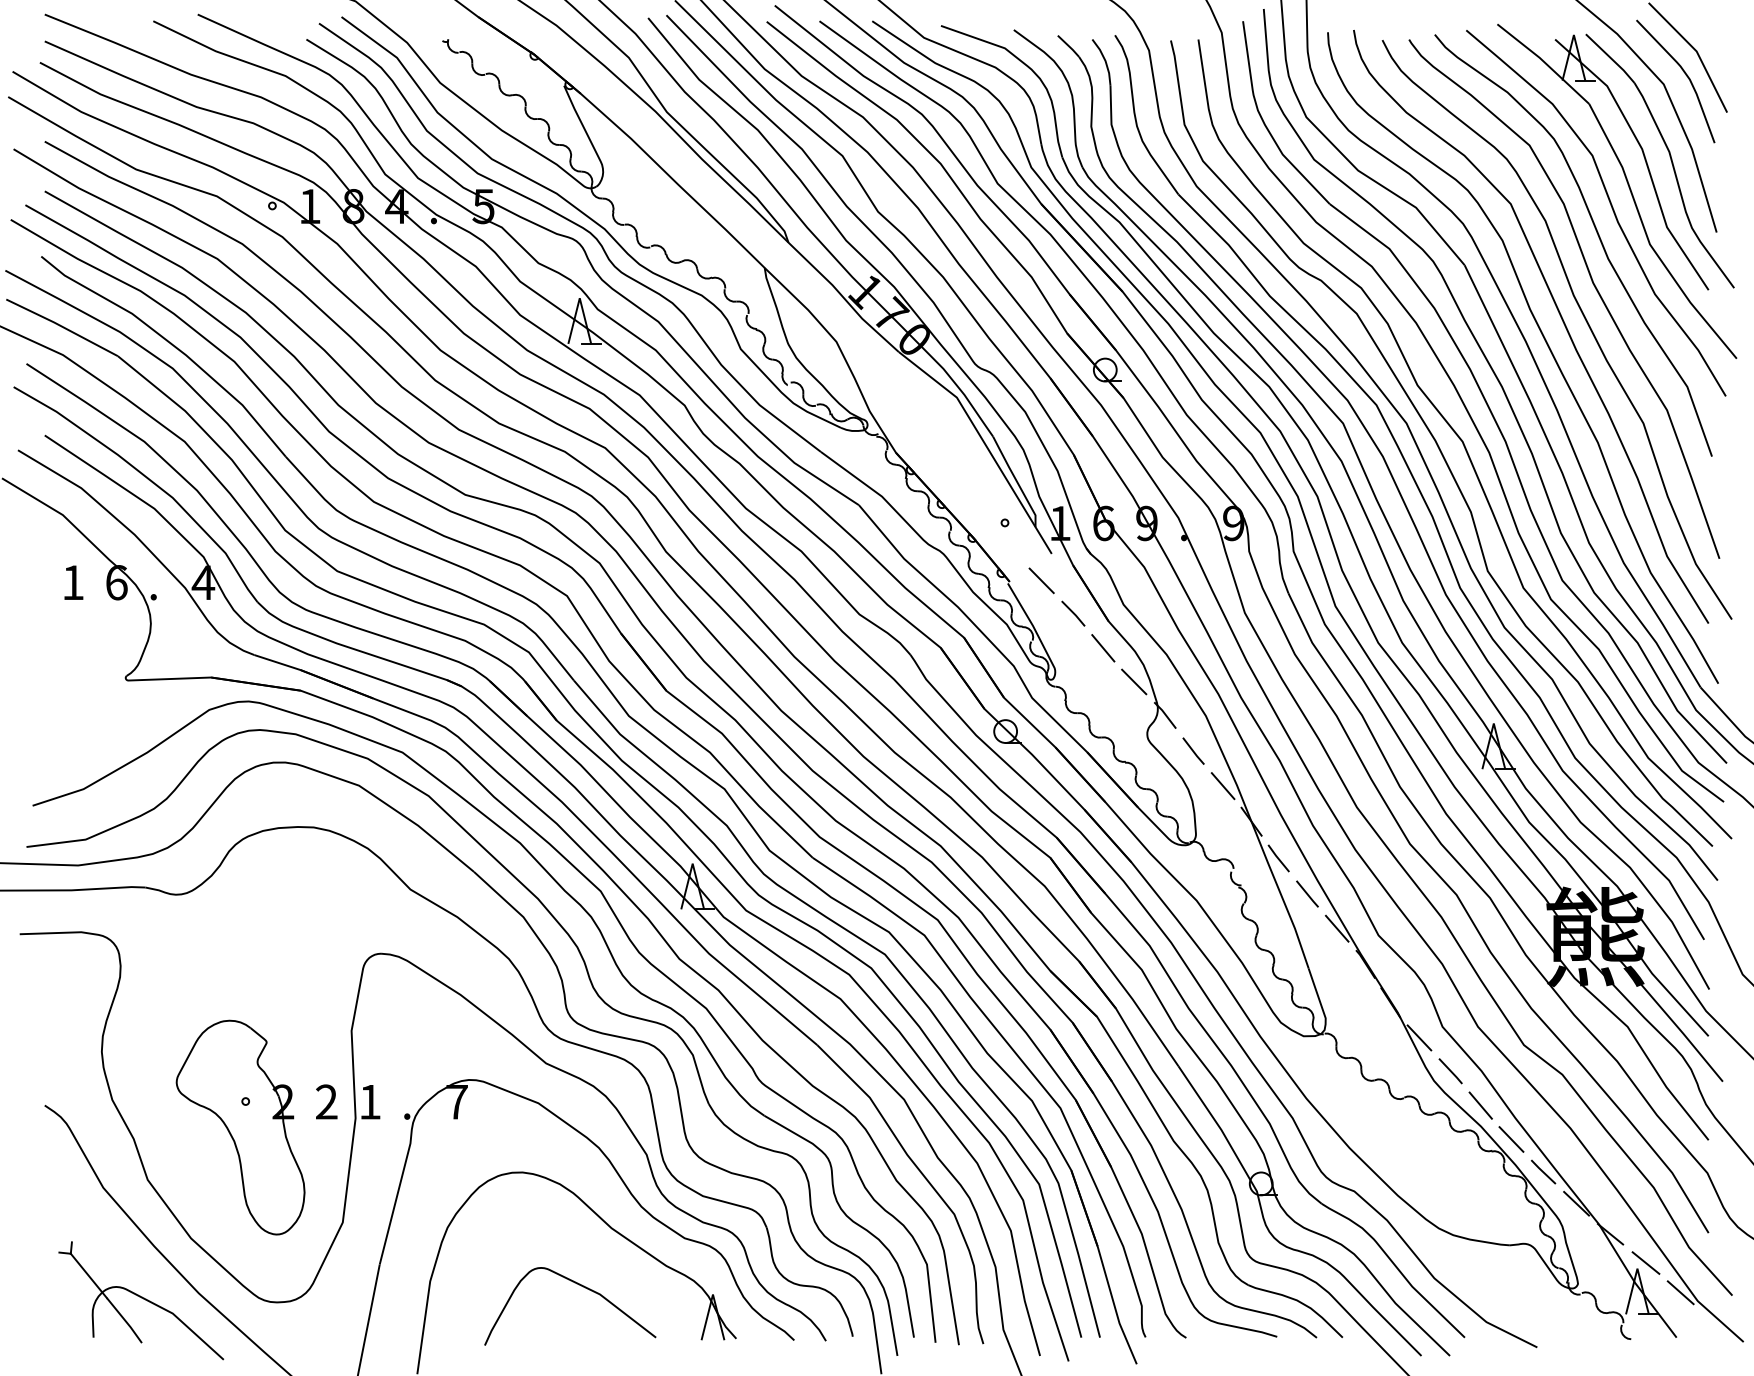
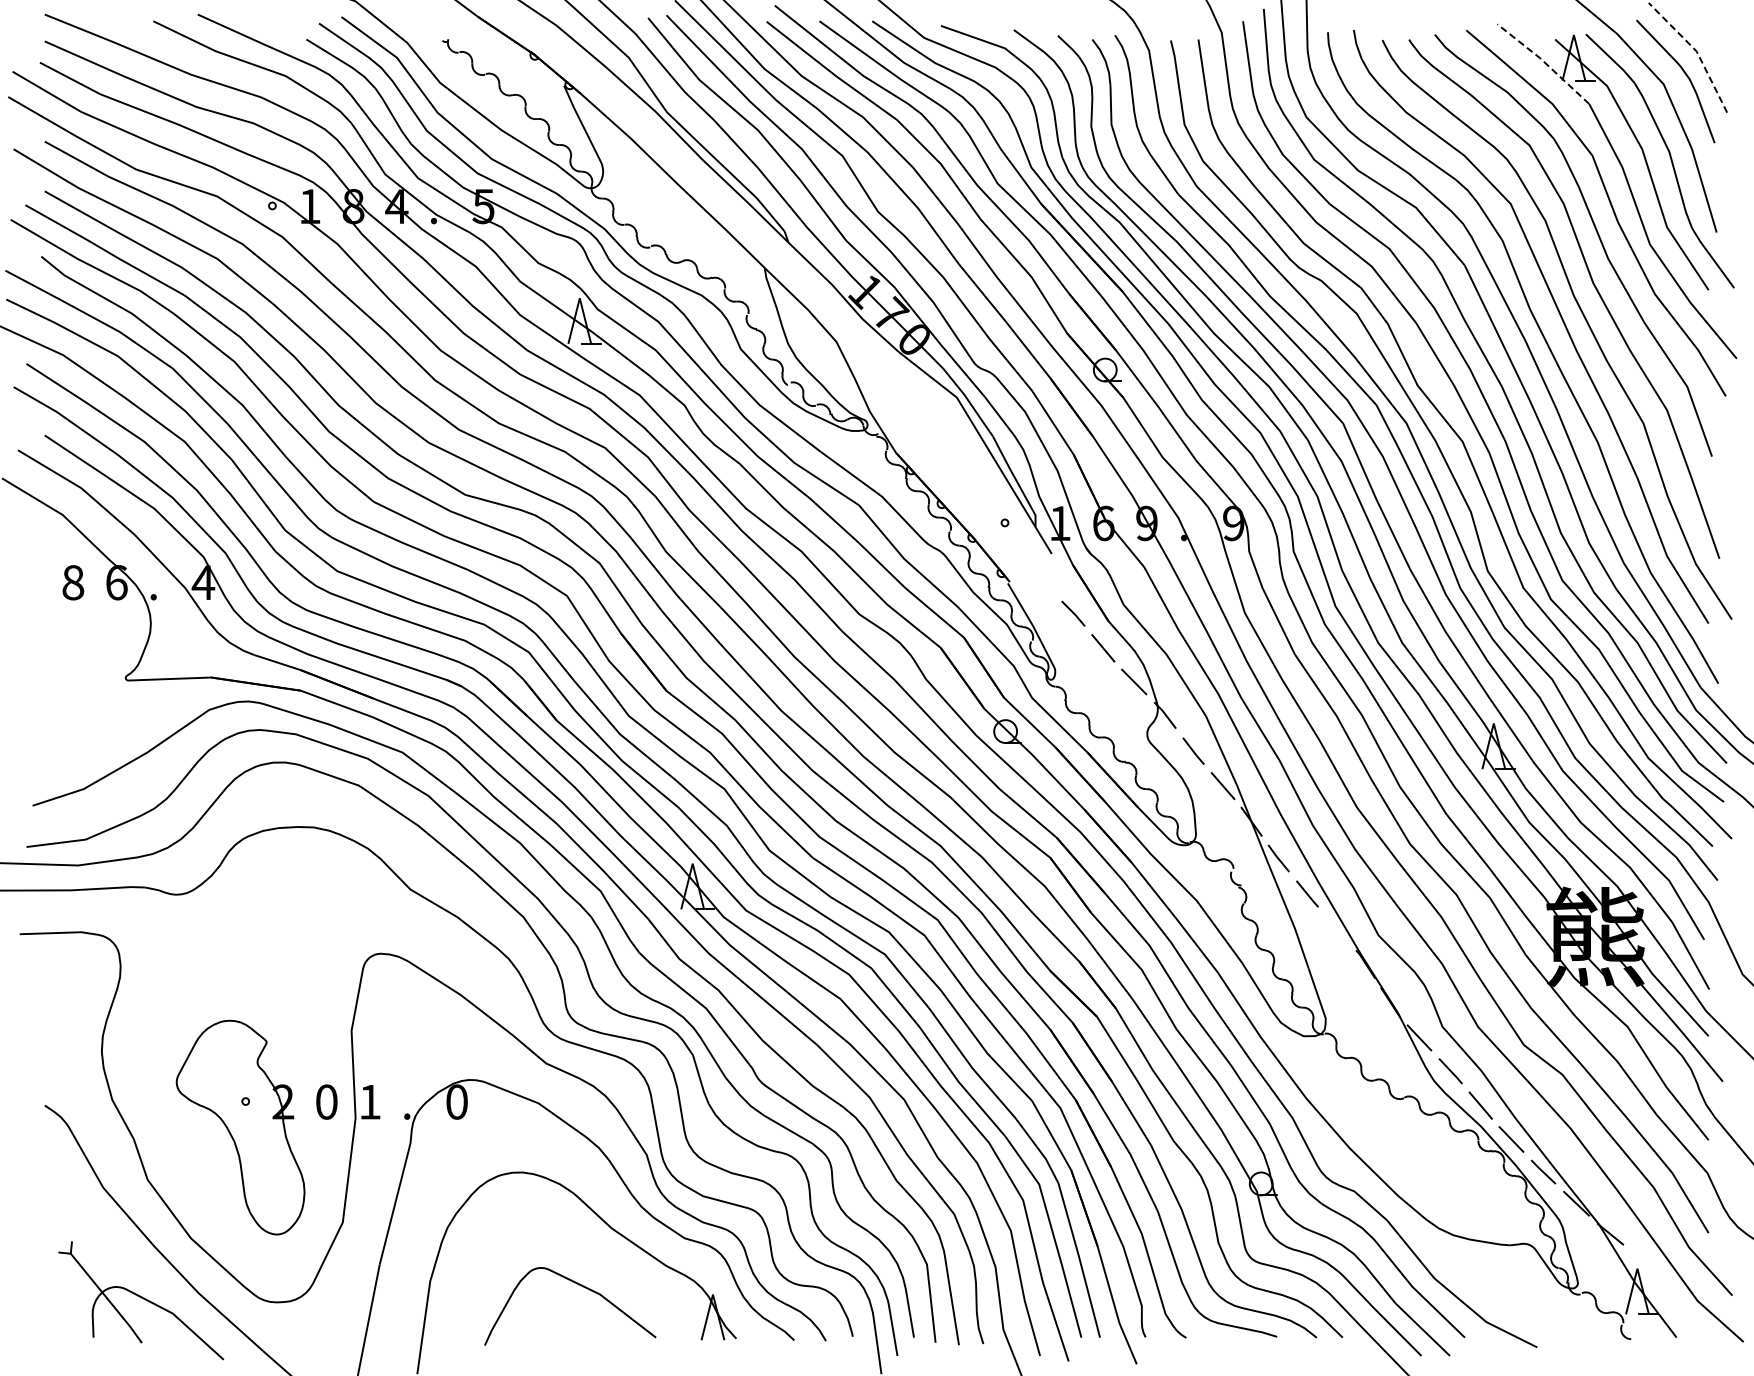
line at (1696, 51): solid -> dashed
line at (1544, 61): solid -> dashed
line at (1041, 580): present -> none
text at (73, 582): 1 -> 8
line at (1336, 928): present -> none
text at (326, 1101): 2 -> 0
text at (456, 1101): 7 -> 0
line at (1645, 1262): present -> none
line at (1680, 1292): present -> none
